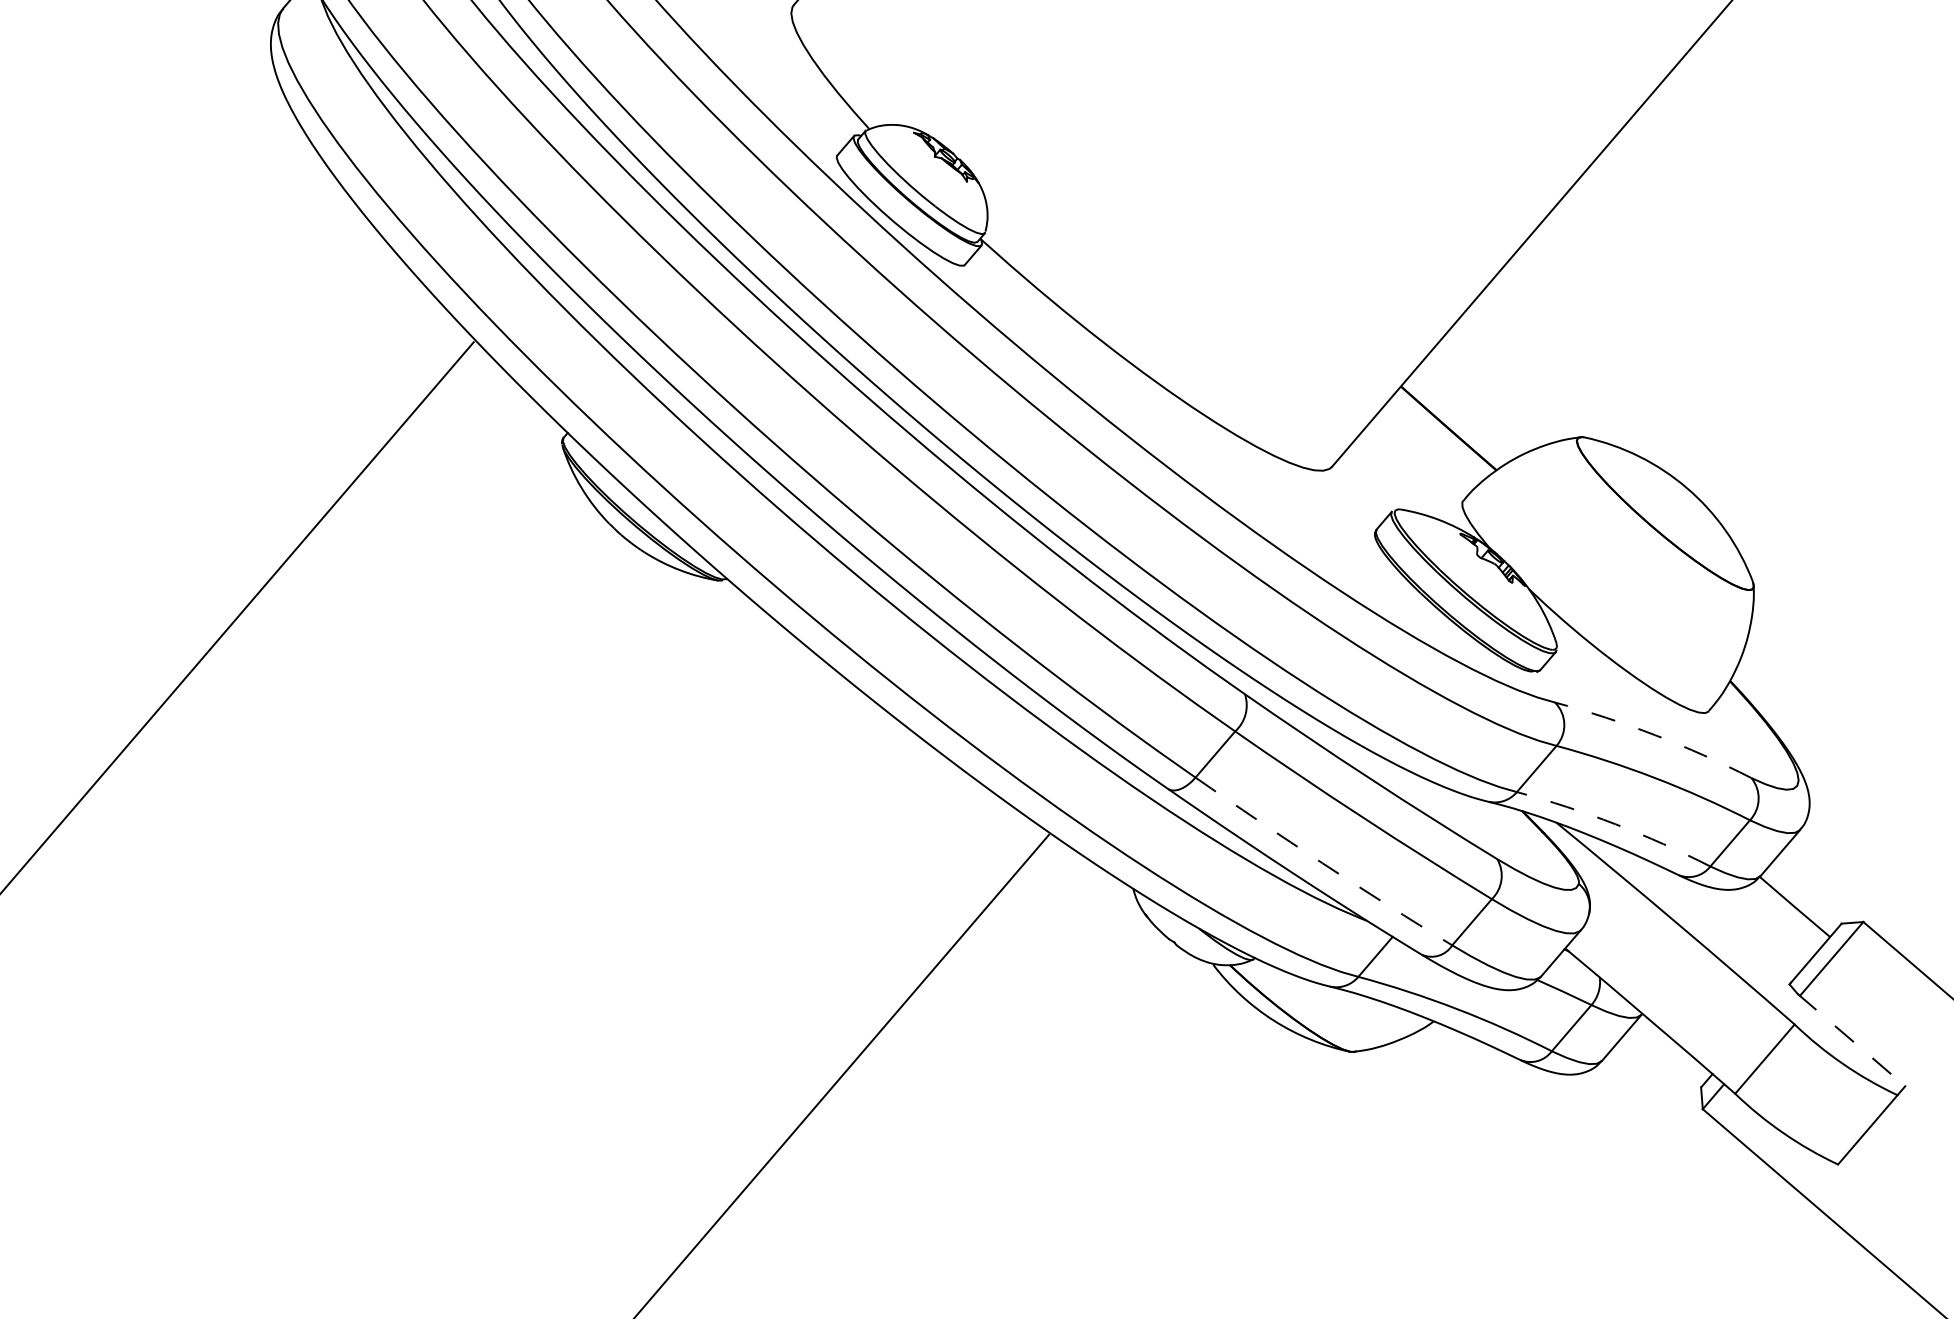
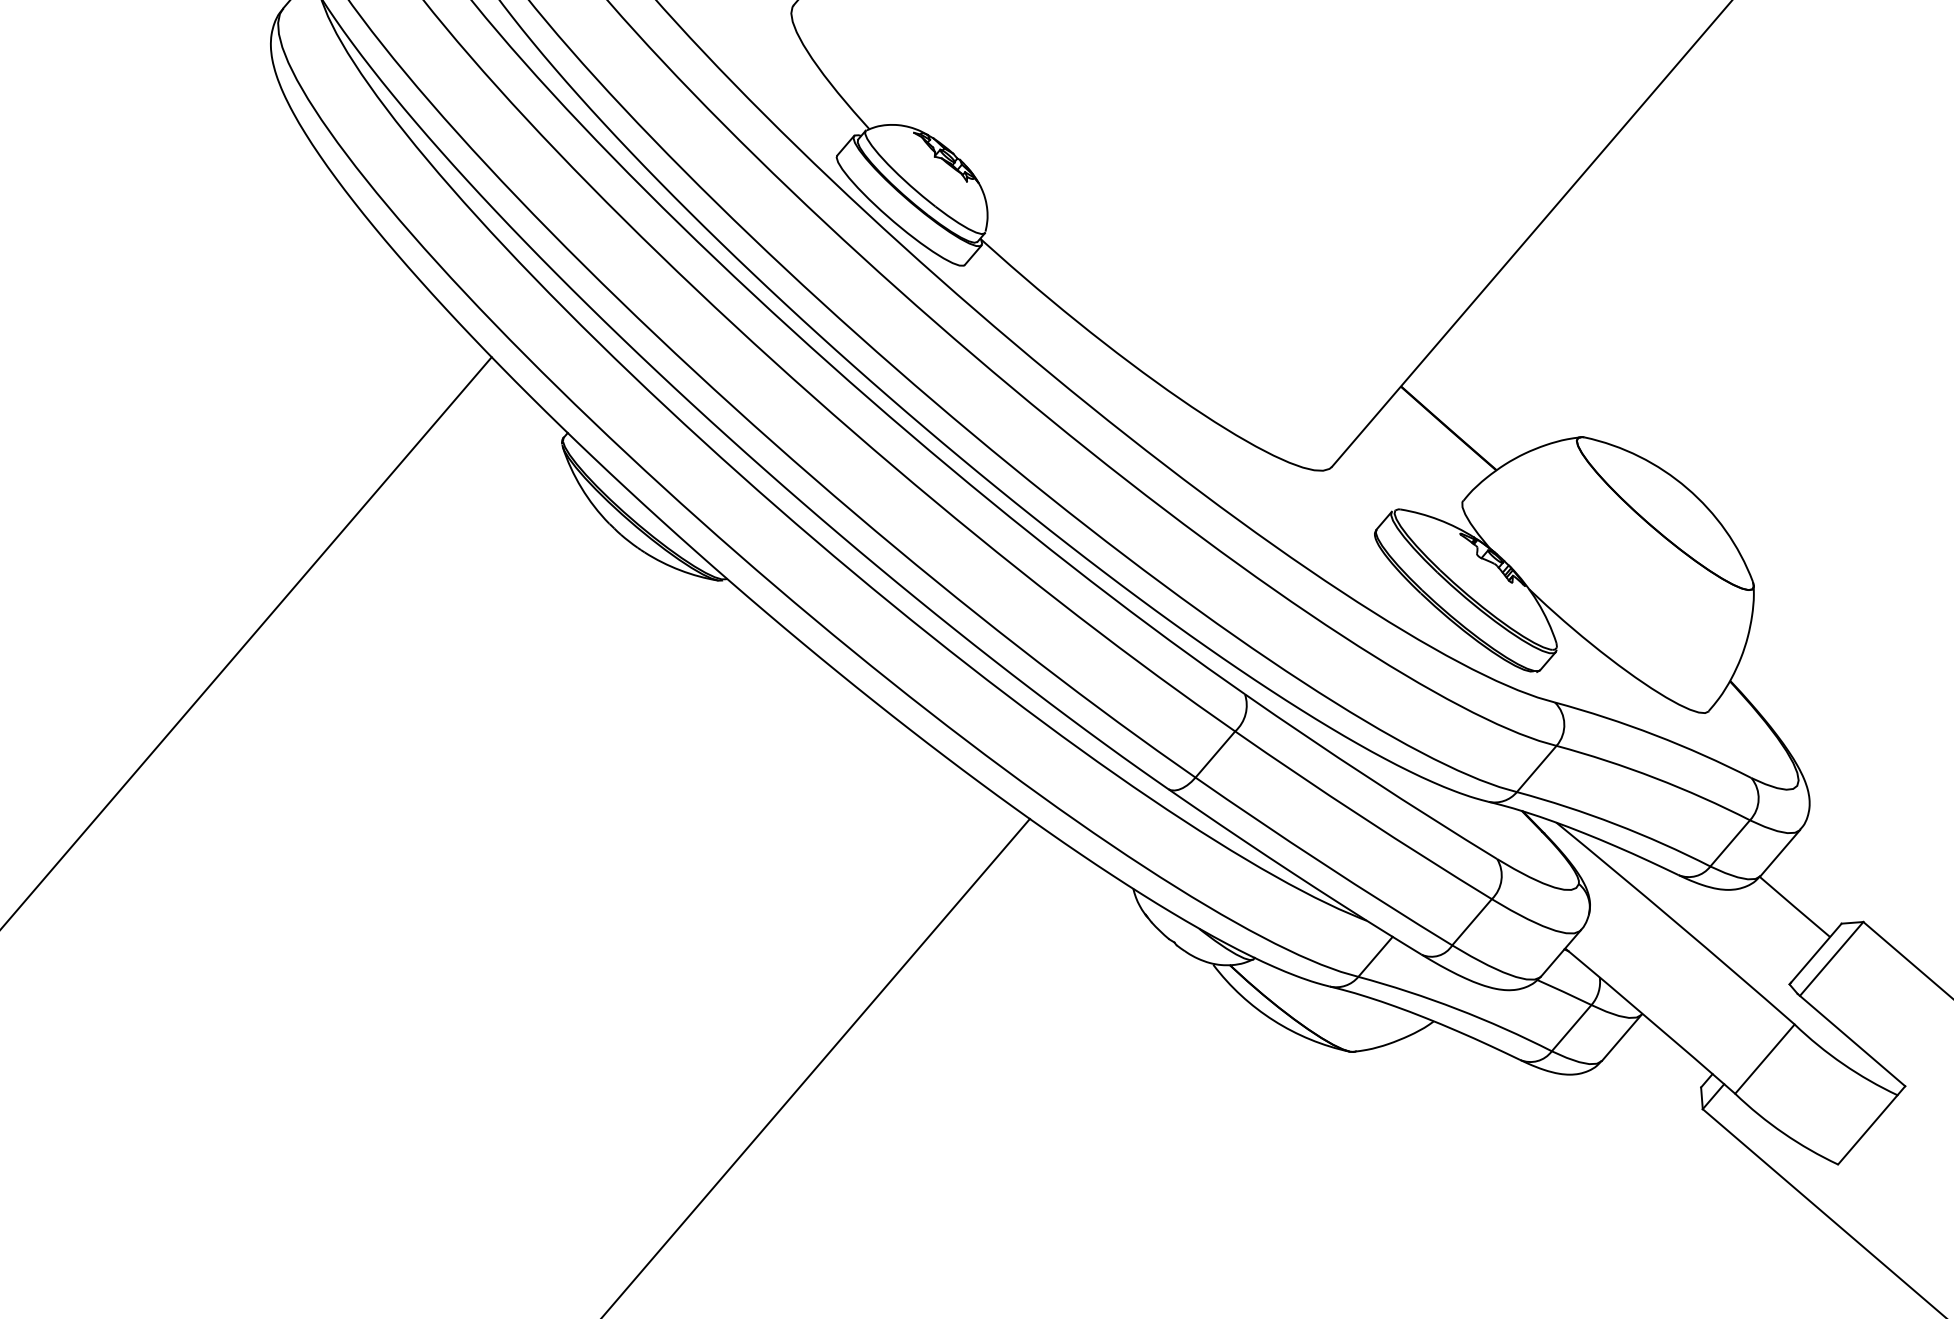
line at (237, 616) position: (237, 616) -> (246, 642)
arc at (1655, 735): dashed -> solid
arc at (1615, 824): dashed -> solid
arc at (1322, 863): dashed -> solid
line at (1851, 1040): dashed -> solid
line at (842, 1074) position: (842, 1074) -> (816, 1066)
